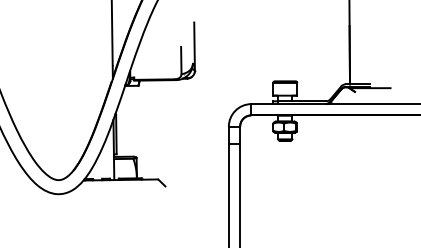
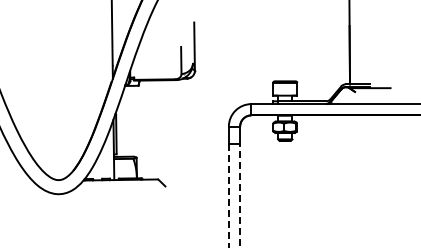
line at (228, 195): solid -> dashed
line at (240, 195): solid -> dashed
